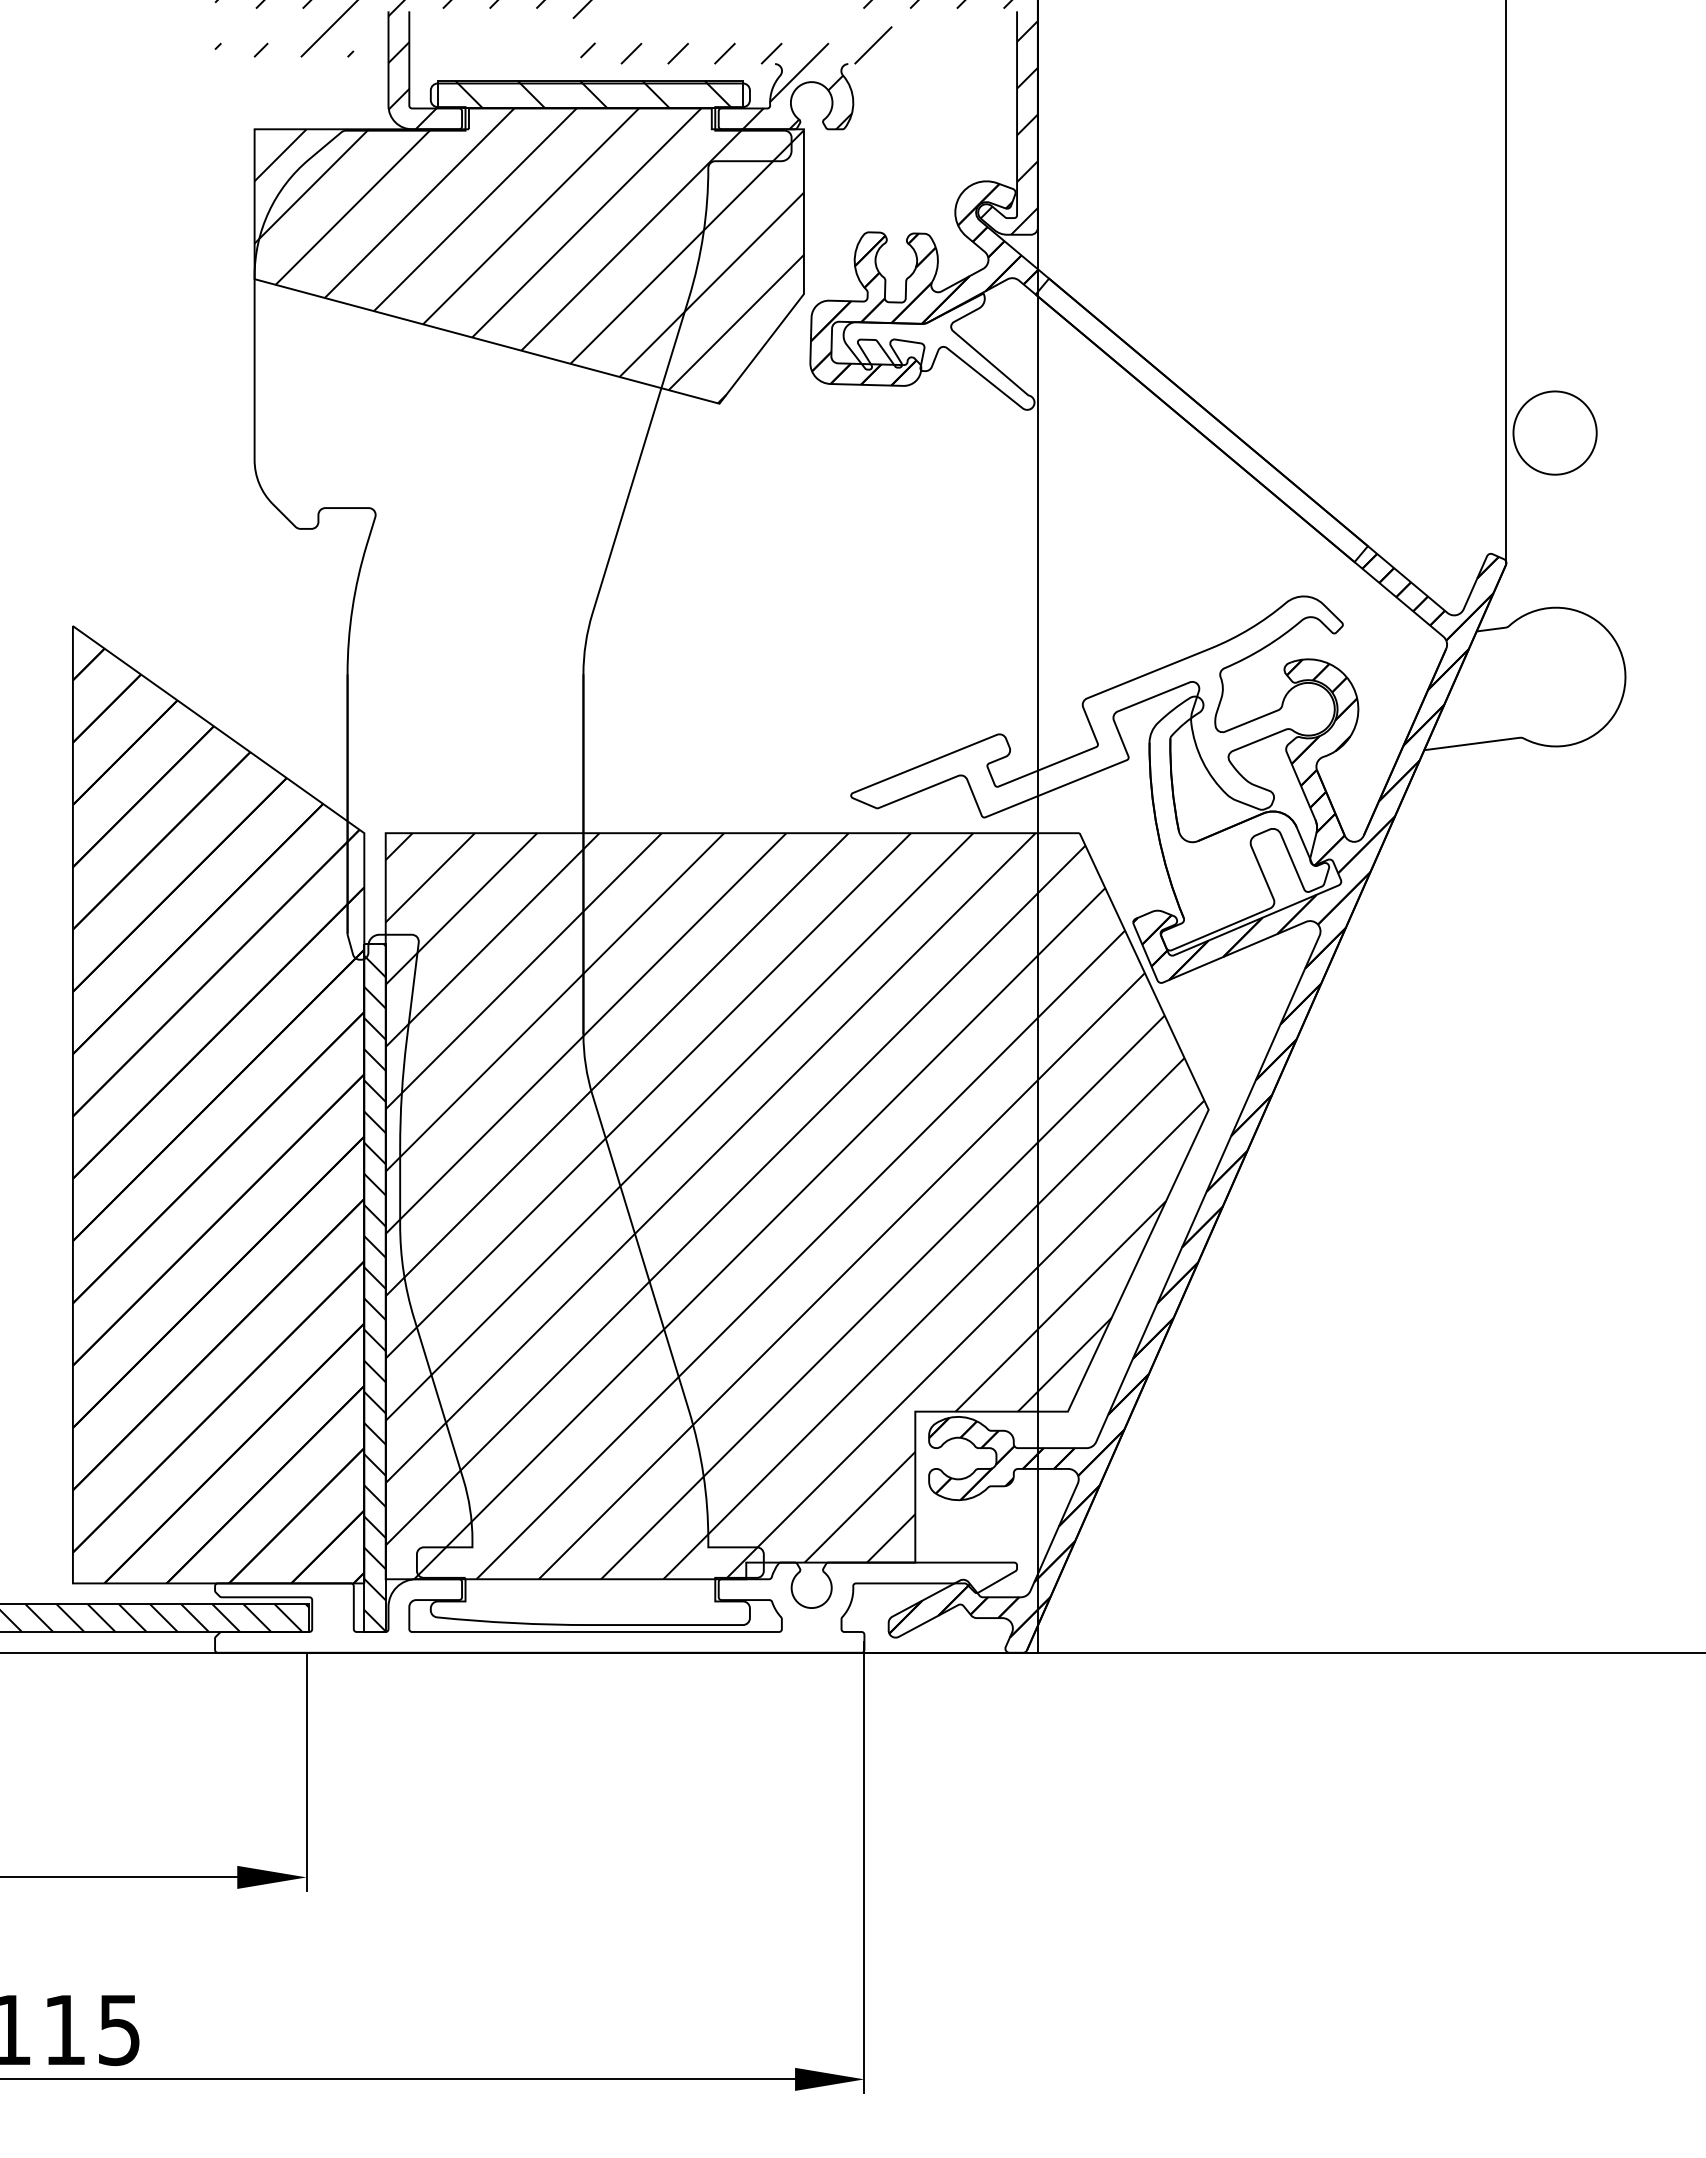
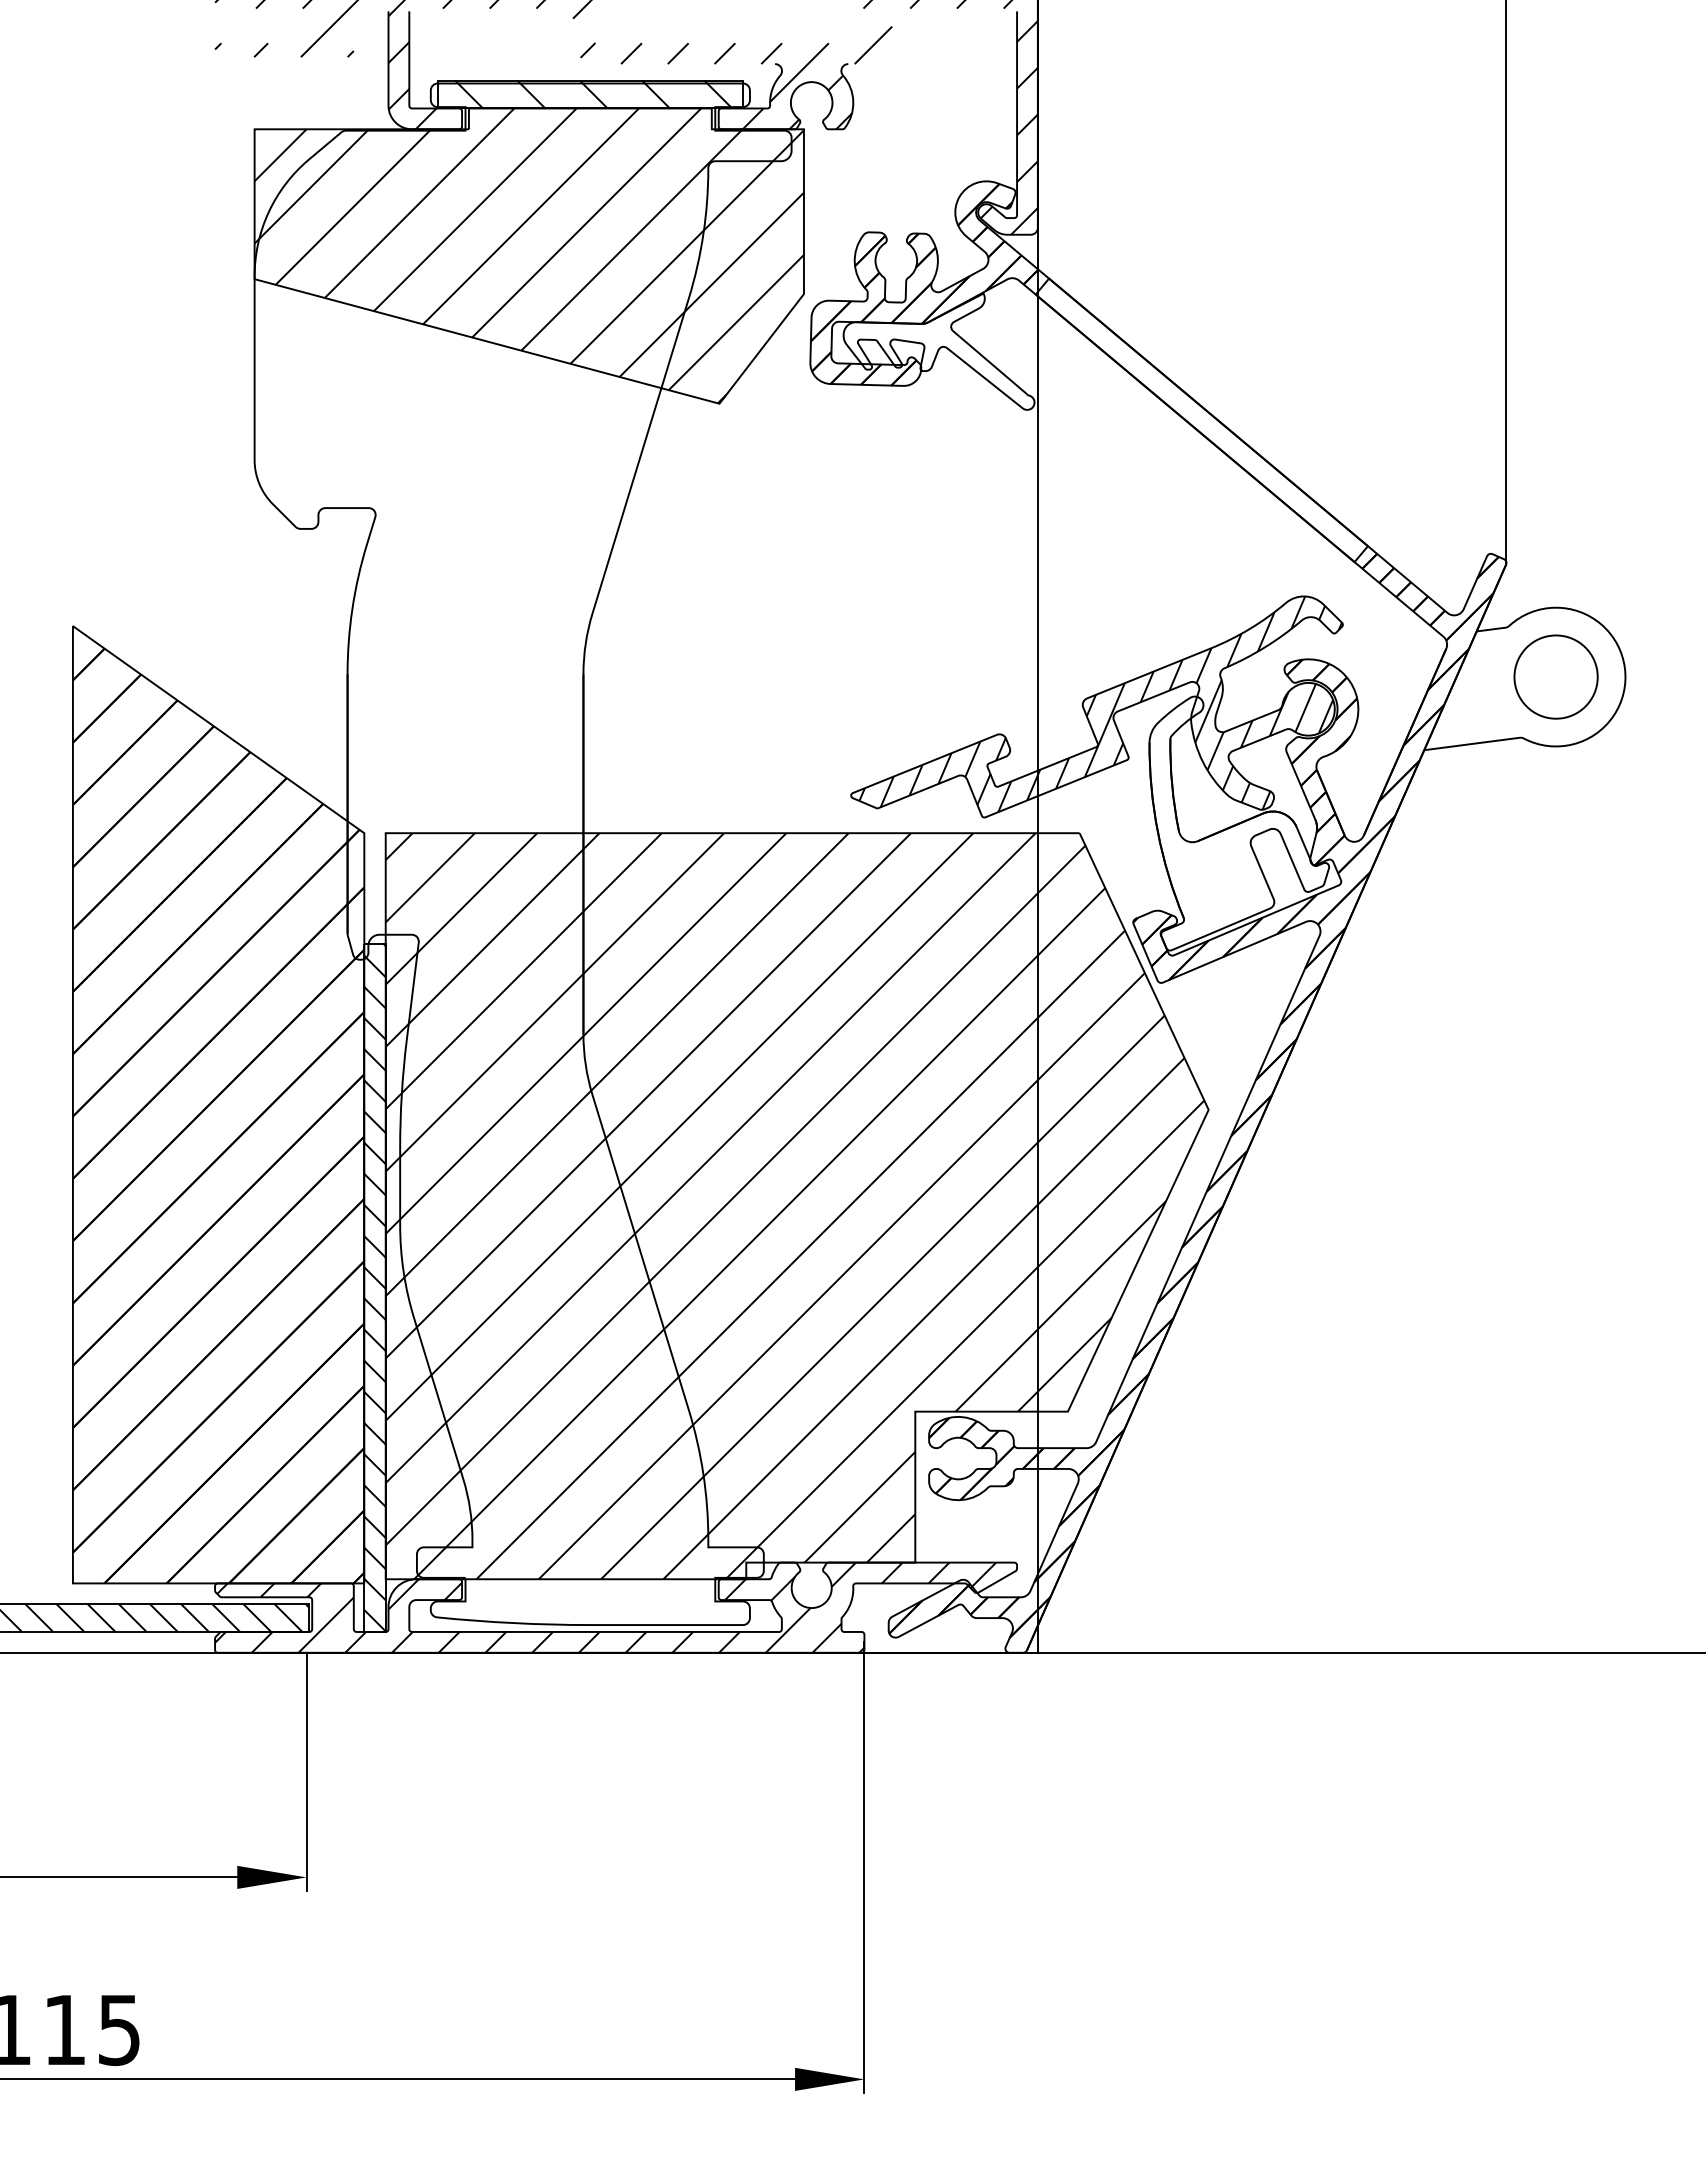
circle at (1554, 432) position: (1554, 432) -> (1555, 676)
hatch at (1100, 704): none -> present
hatch at (605, 1607): none -> present
